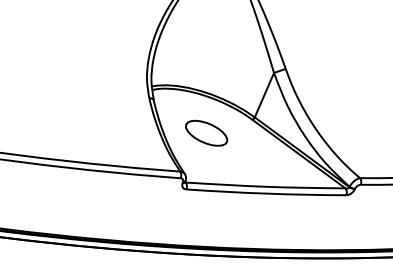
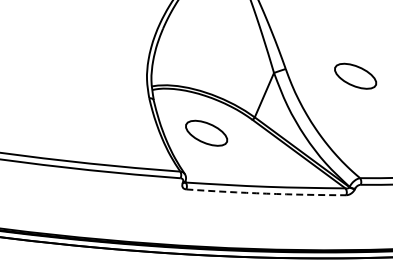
part at (355, 75): none -> present
arc at (266, 193): solid -> dashed
